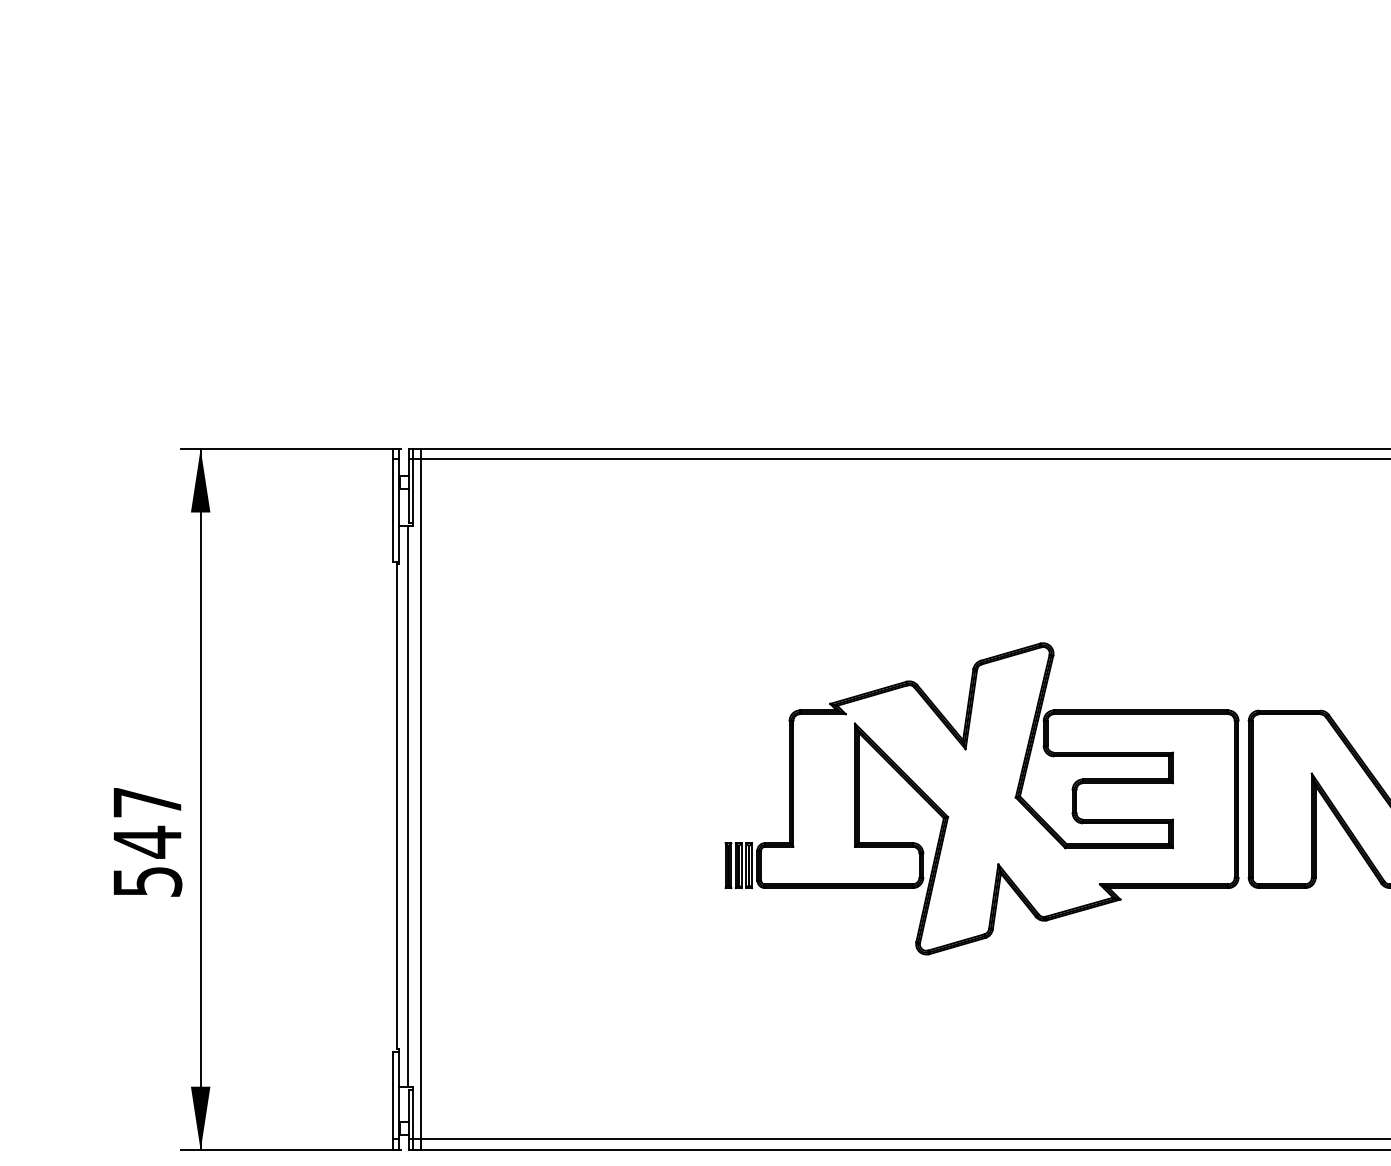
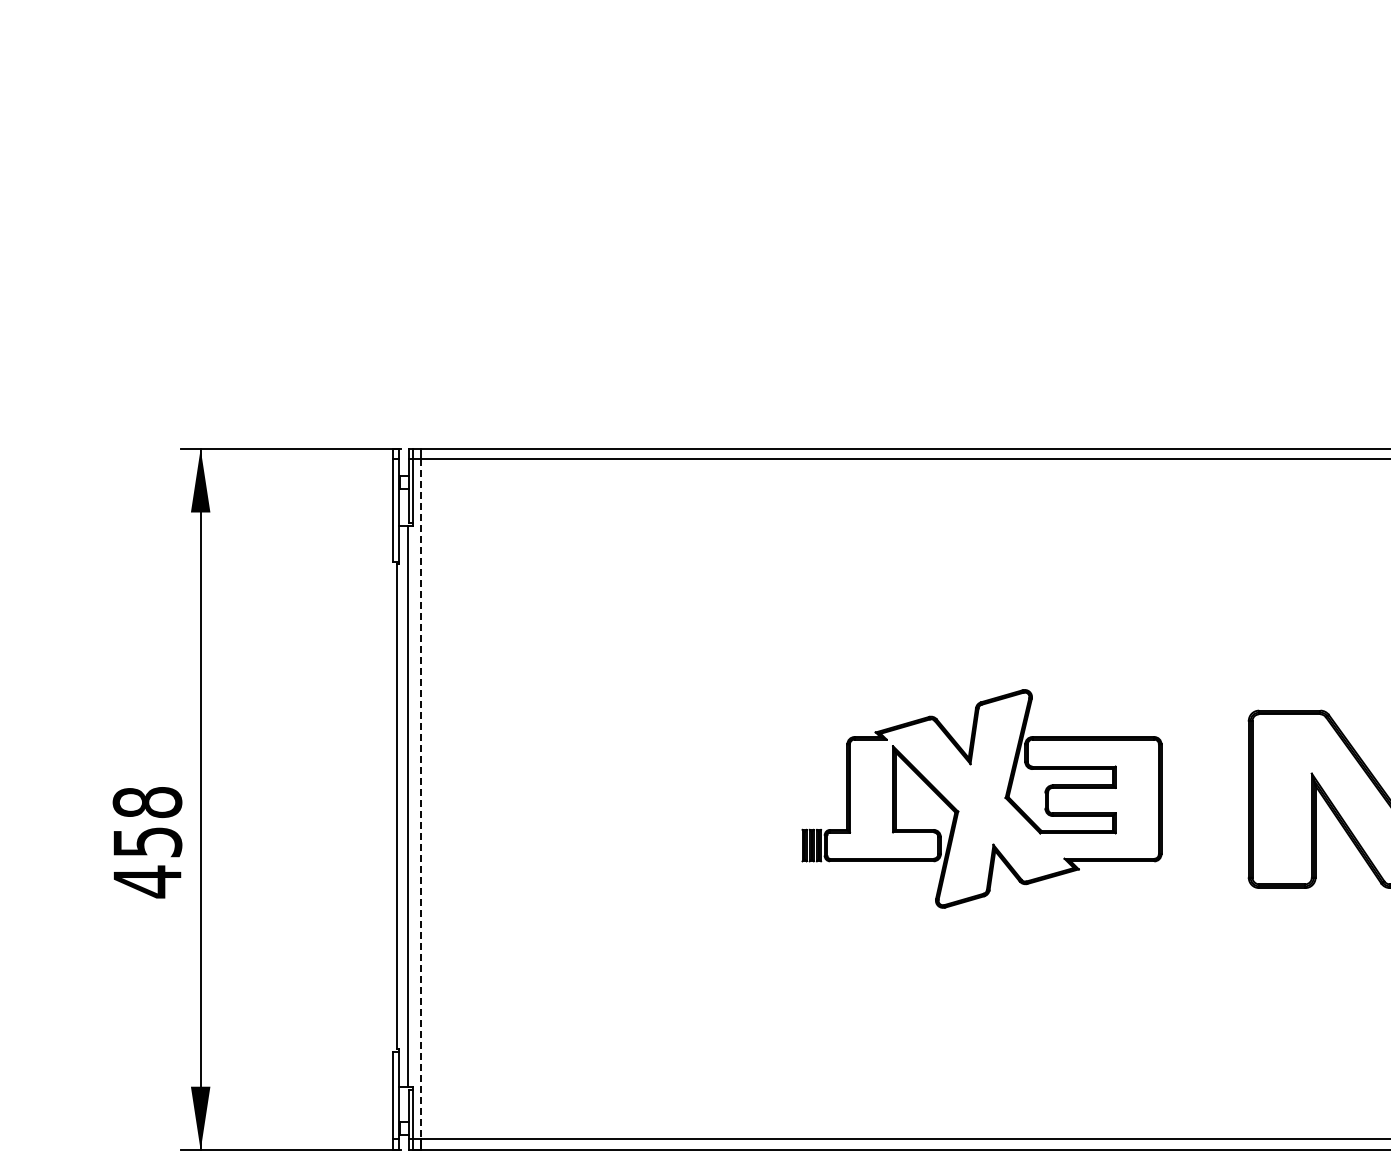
part at (981, 798) size: 516x314 px -> 362x220 px
line at (420, 799): solid -> dashed
text at (147, 842): 547 -> 458
